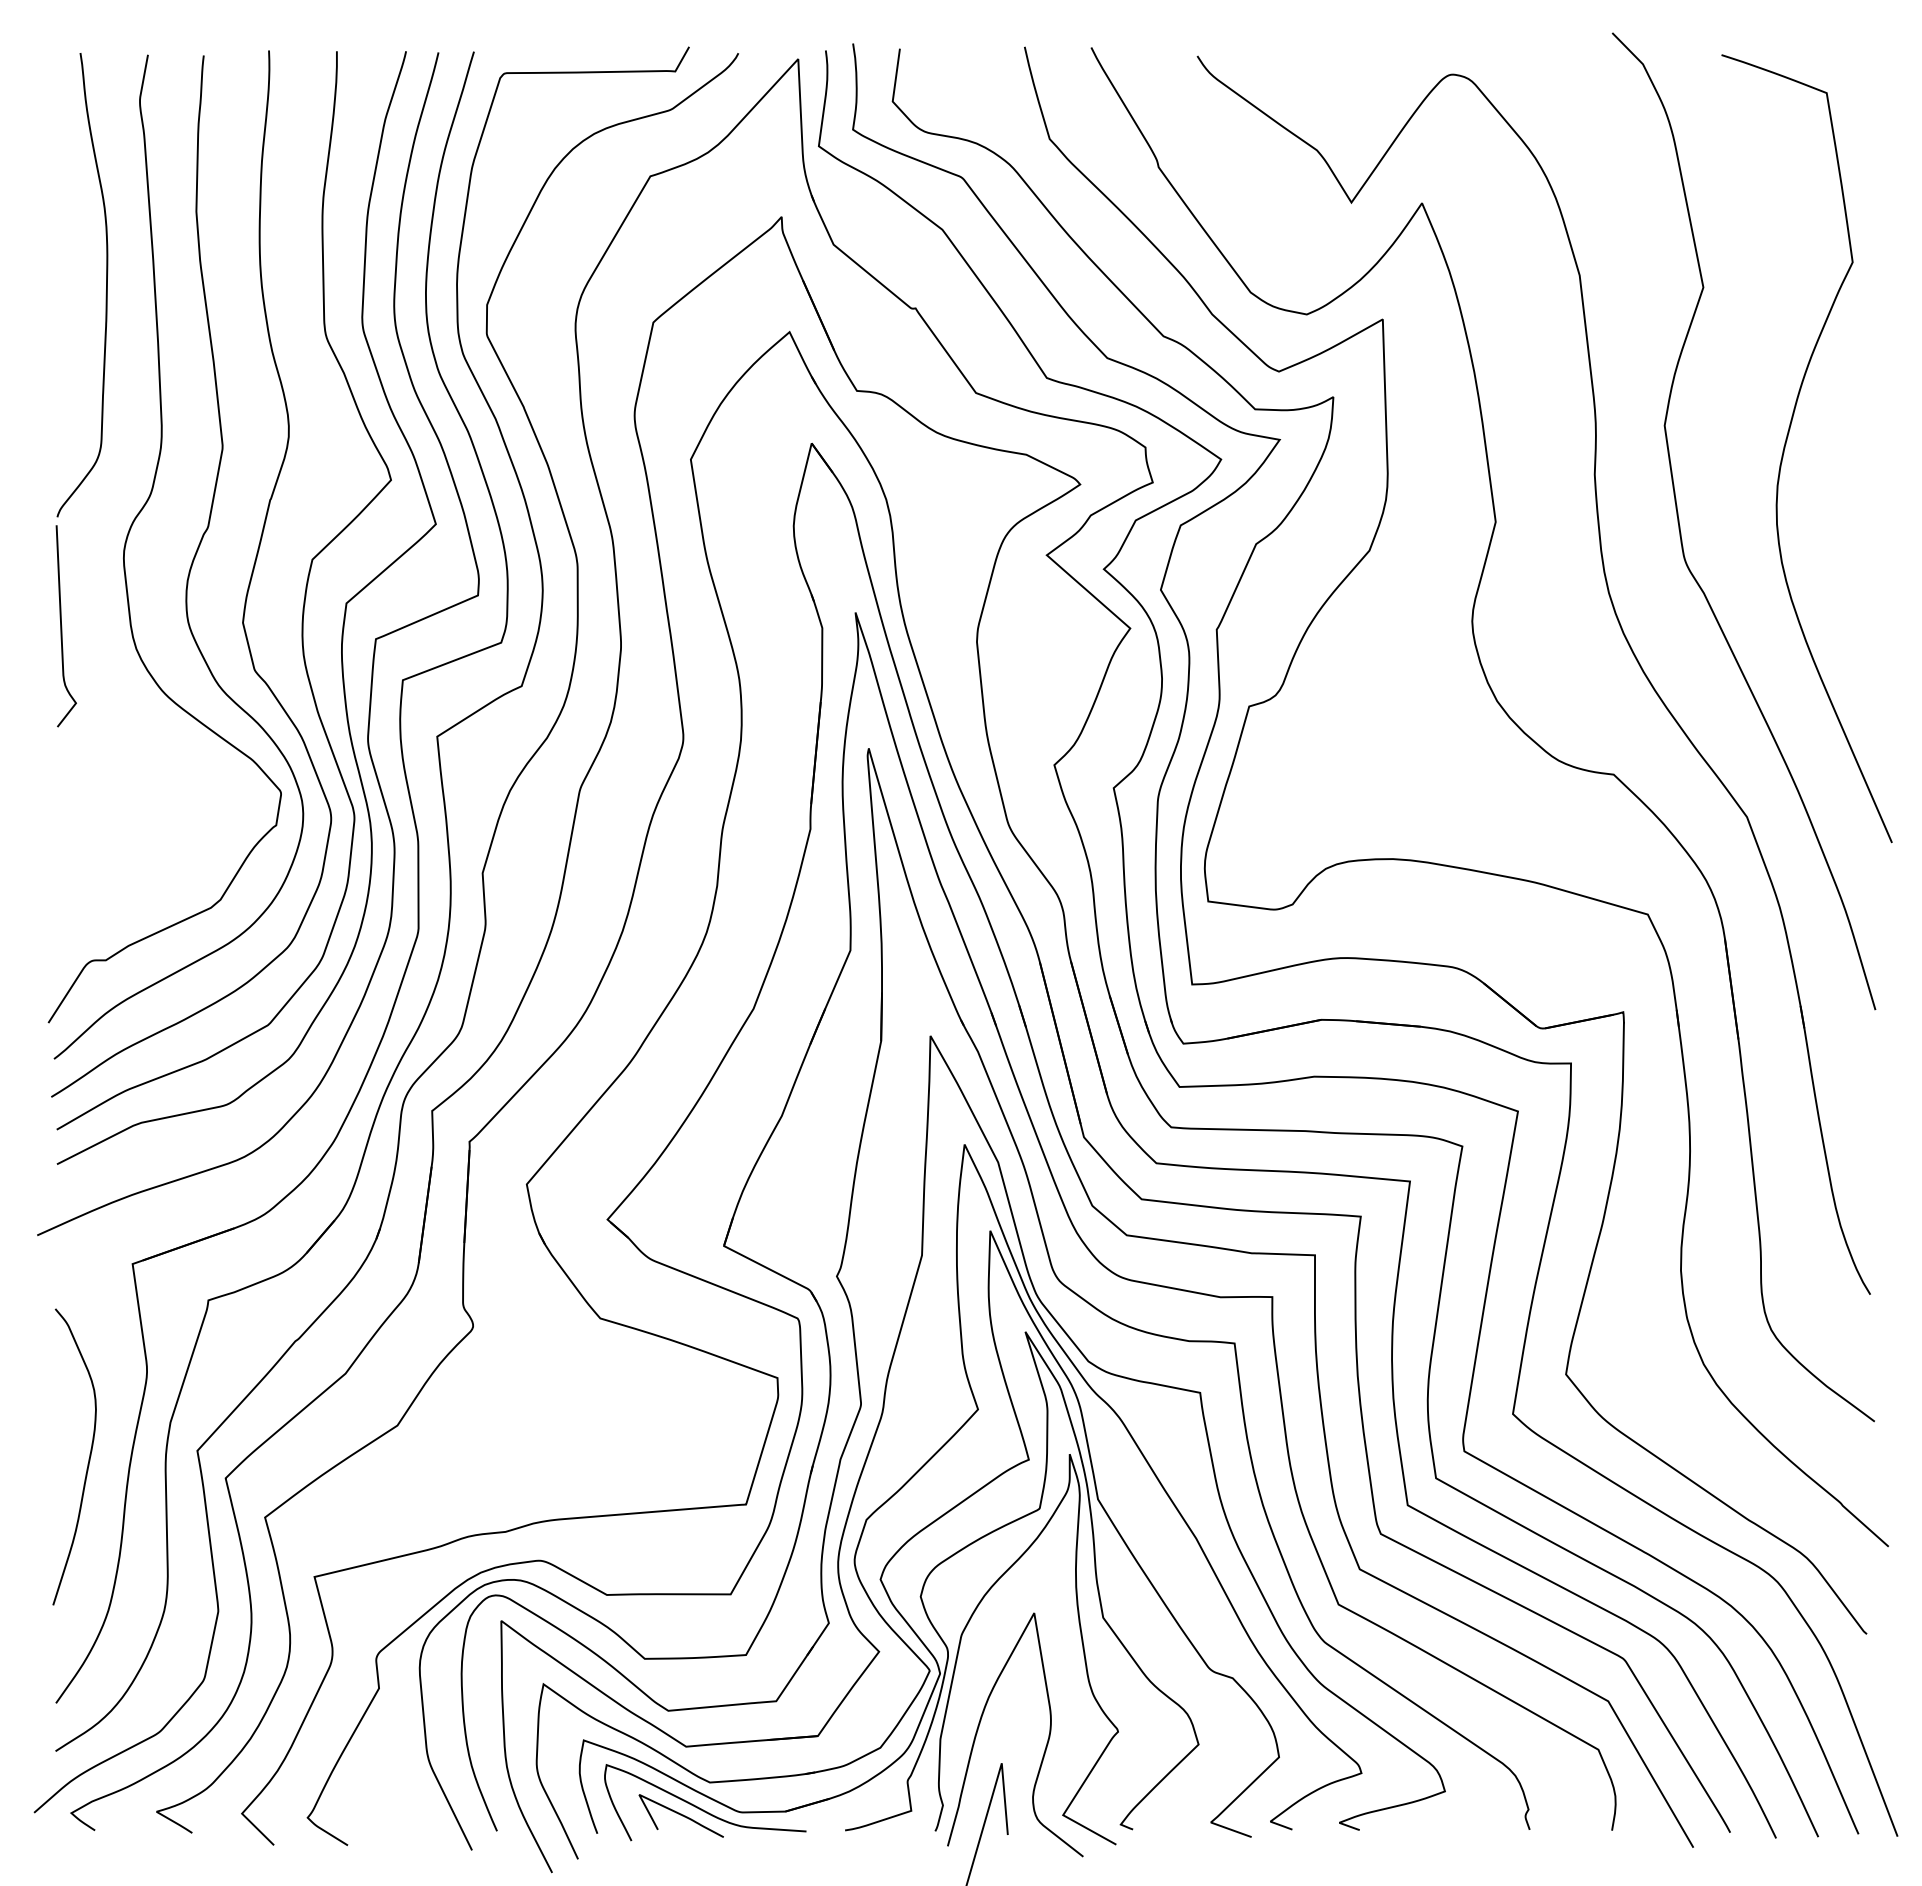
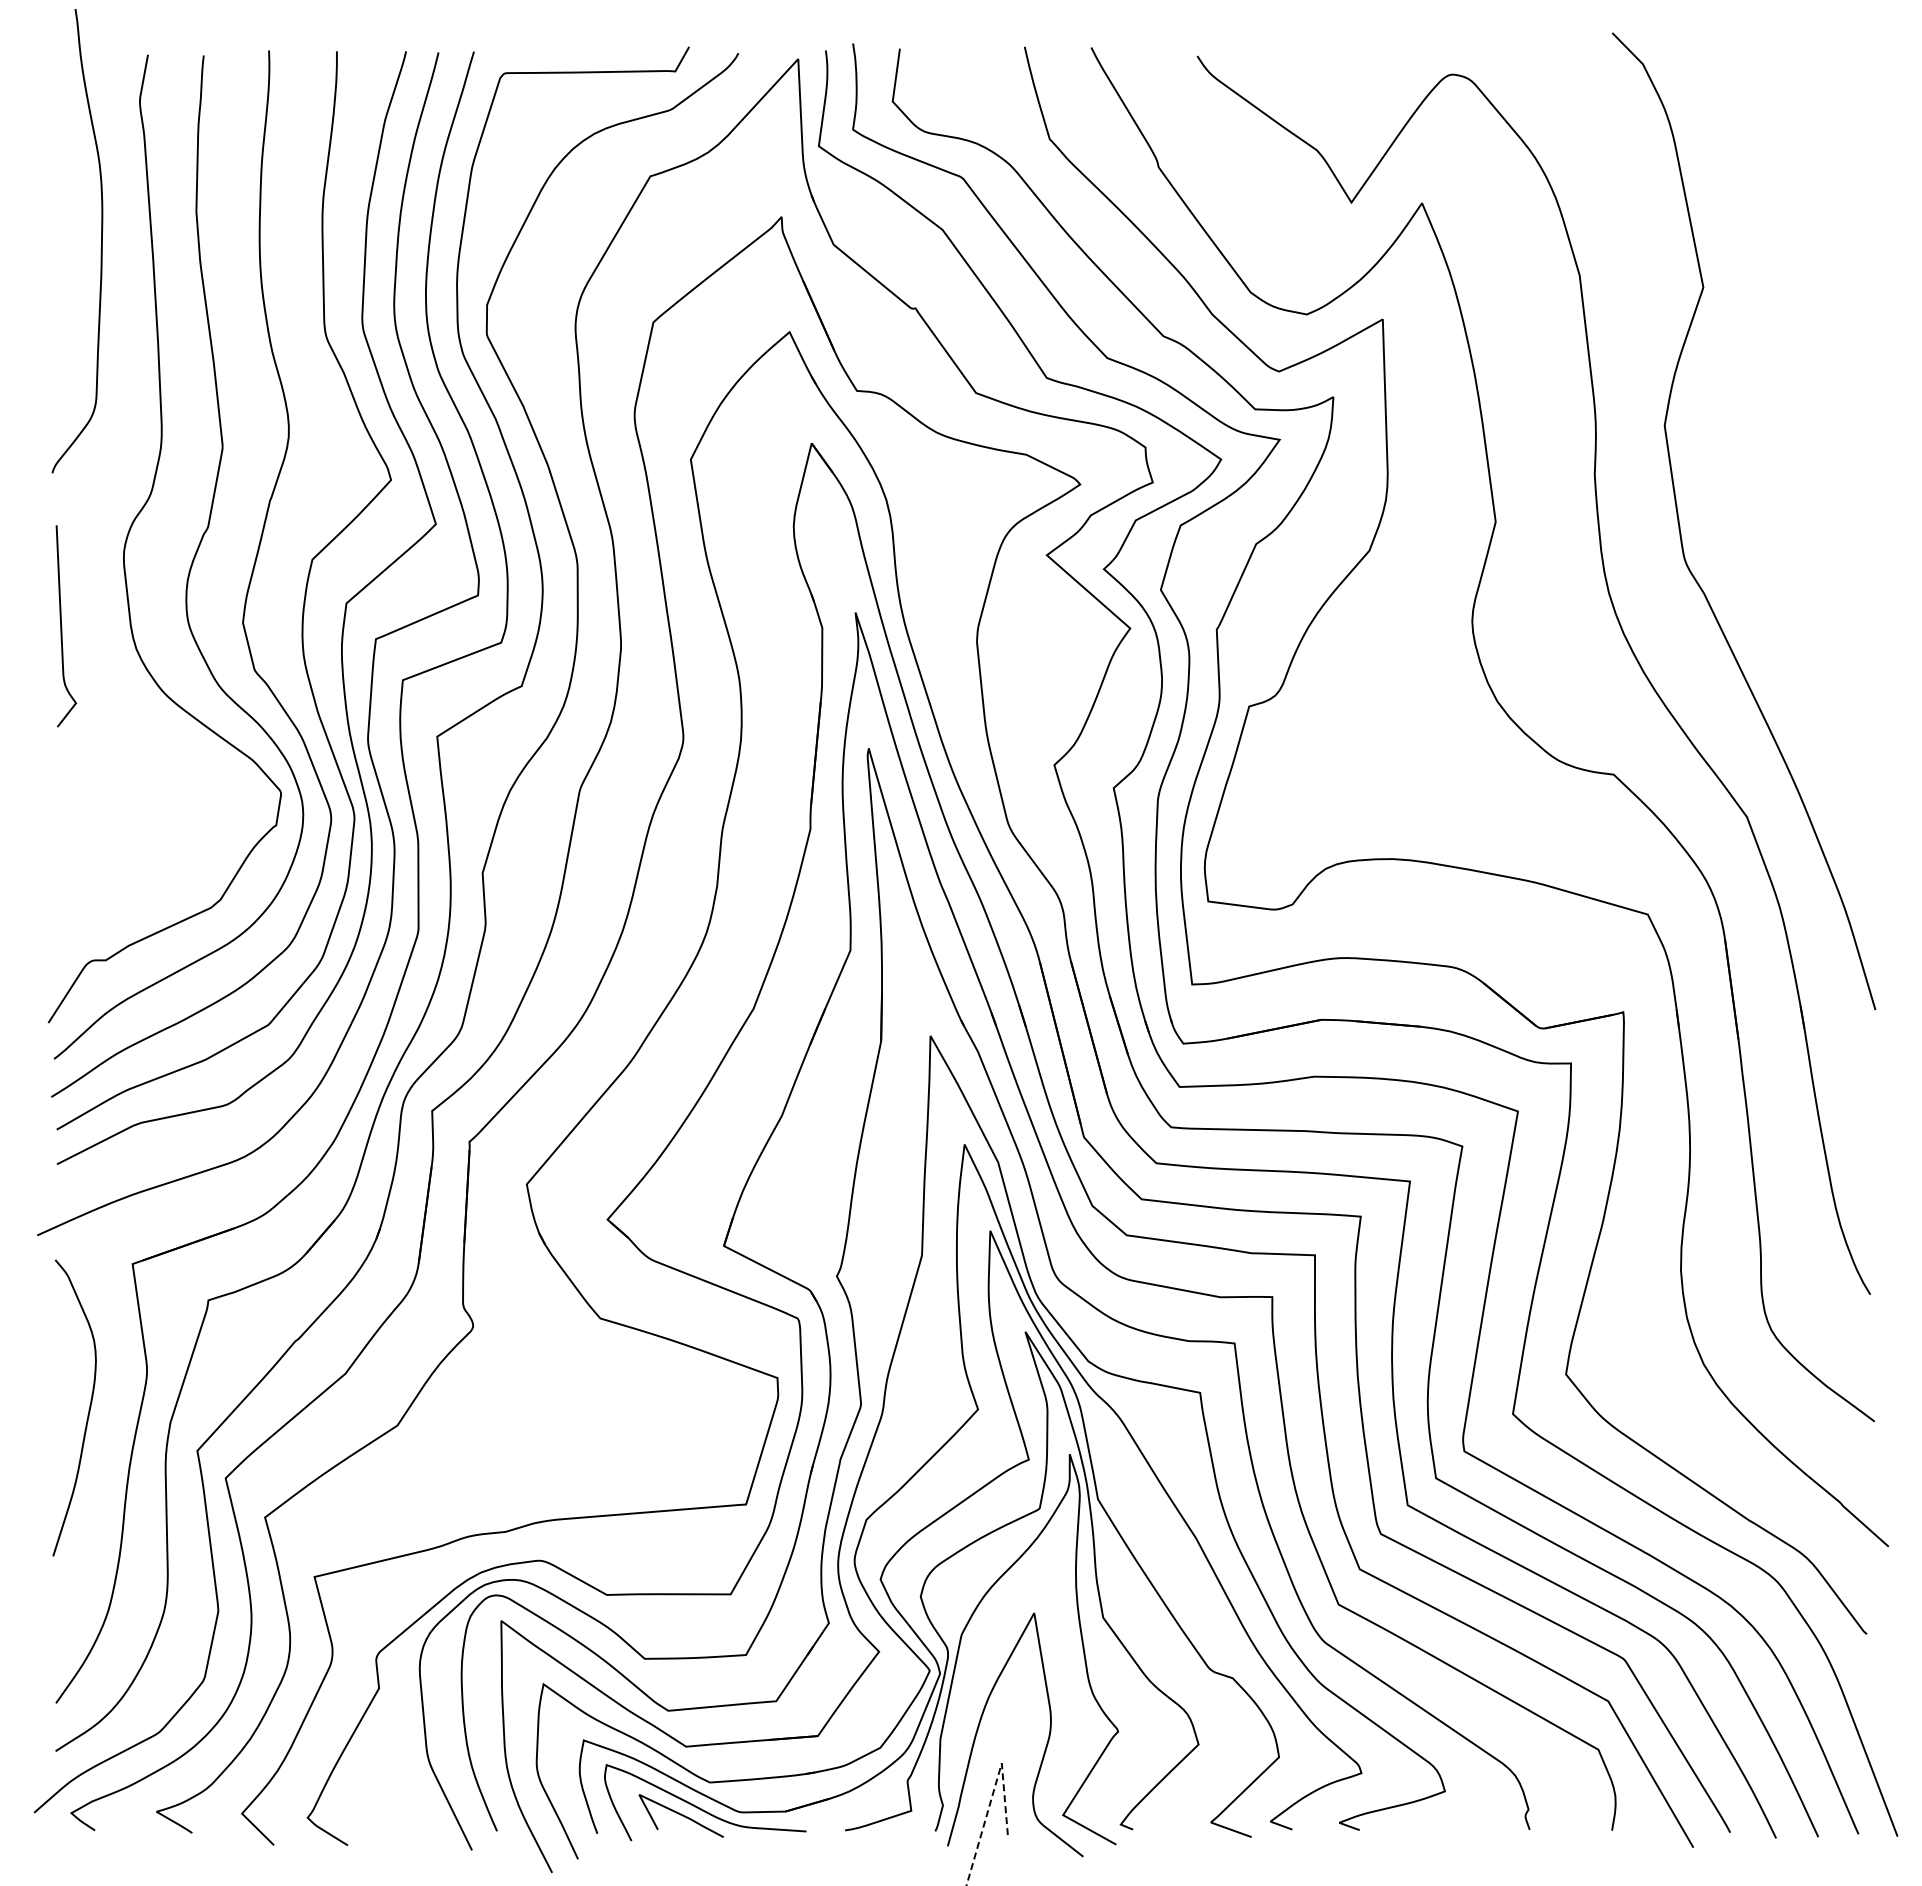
curve at (106, 285) position: (106, 285) -> (101, 241)
curve at (1786, 444): present -> none
curve at (88, 1458) position: (88, 1458) -> (88, 1409)
line at (994, 1789): solid -> dashed
